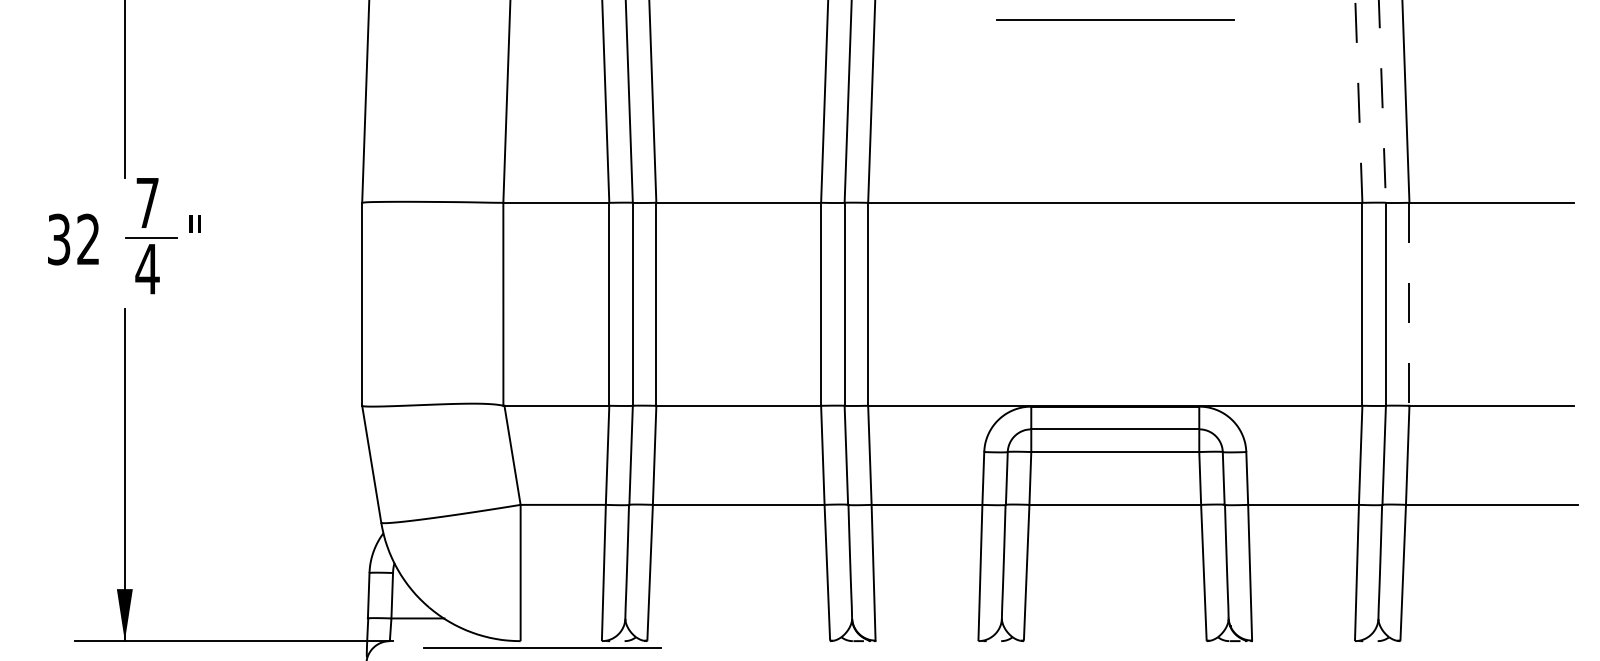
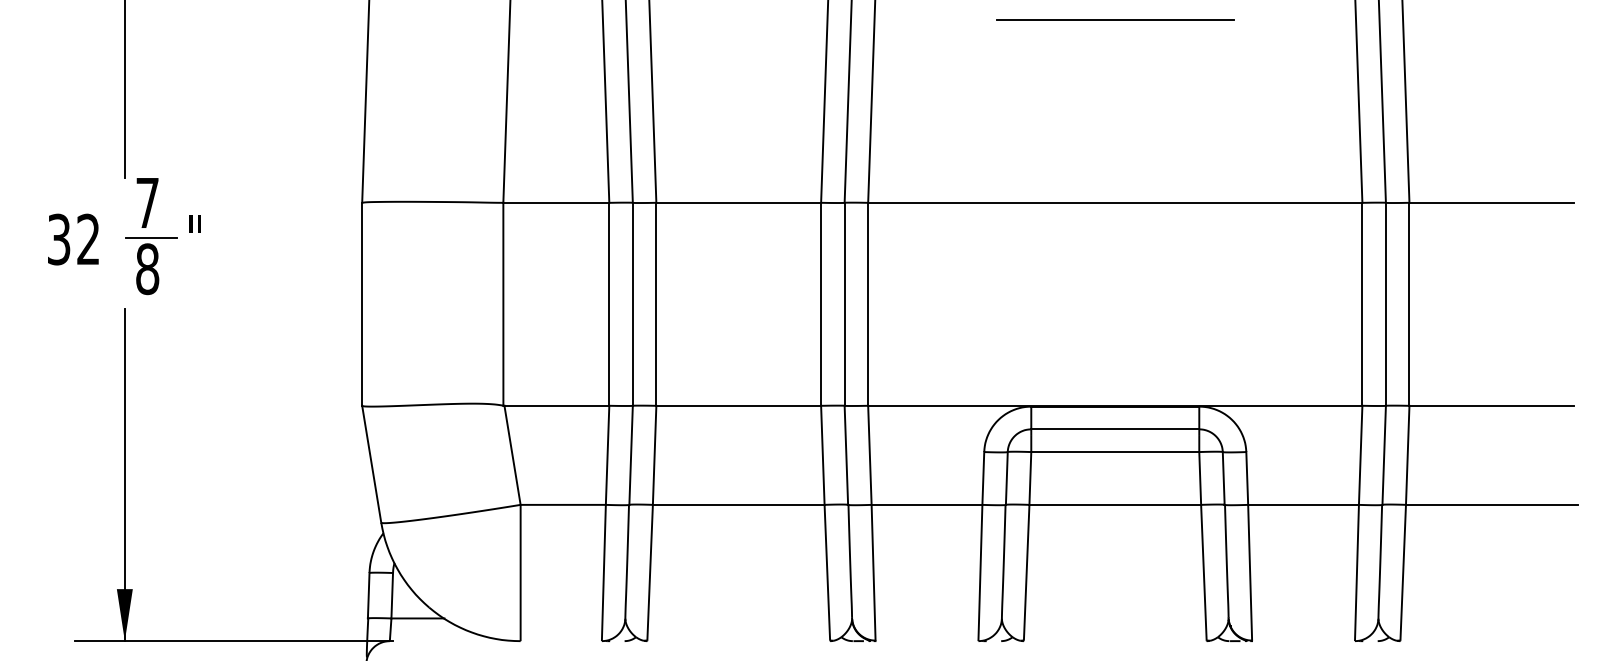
line at (1358, 100): dashed -> solid
line at (1382, 101): dashed -> solid
text at (147, 269): 4 -> 8
line at (1409, 304): dashed -> solid
line at (542, 647): present -> none
